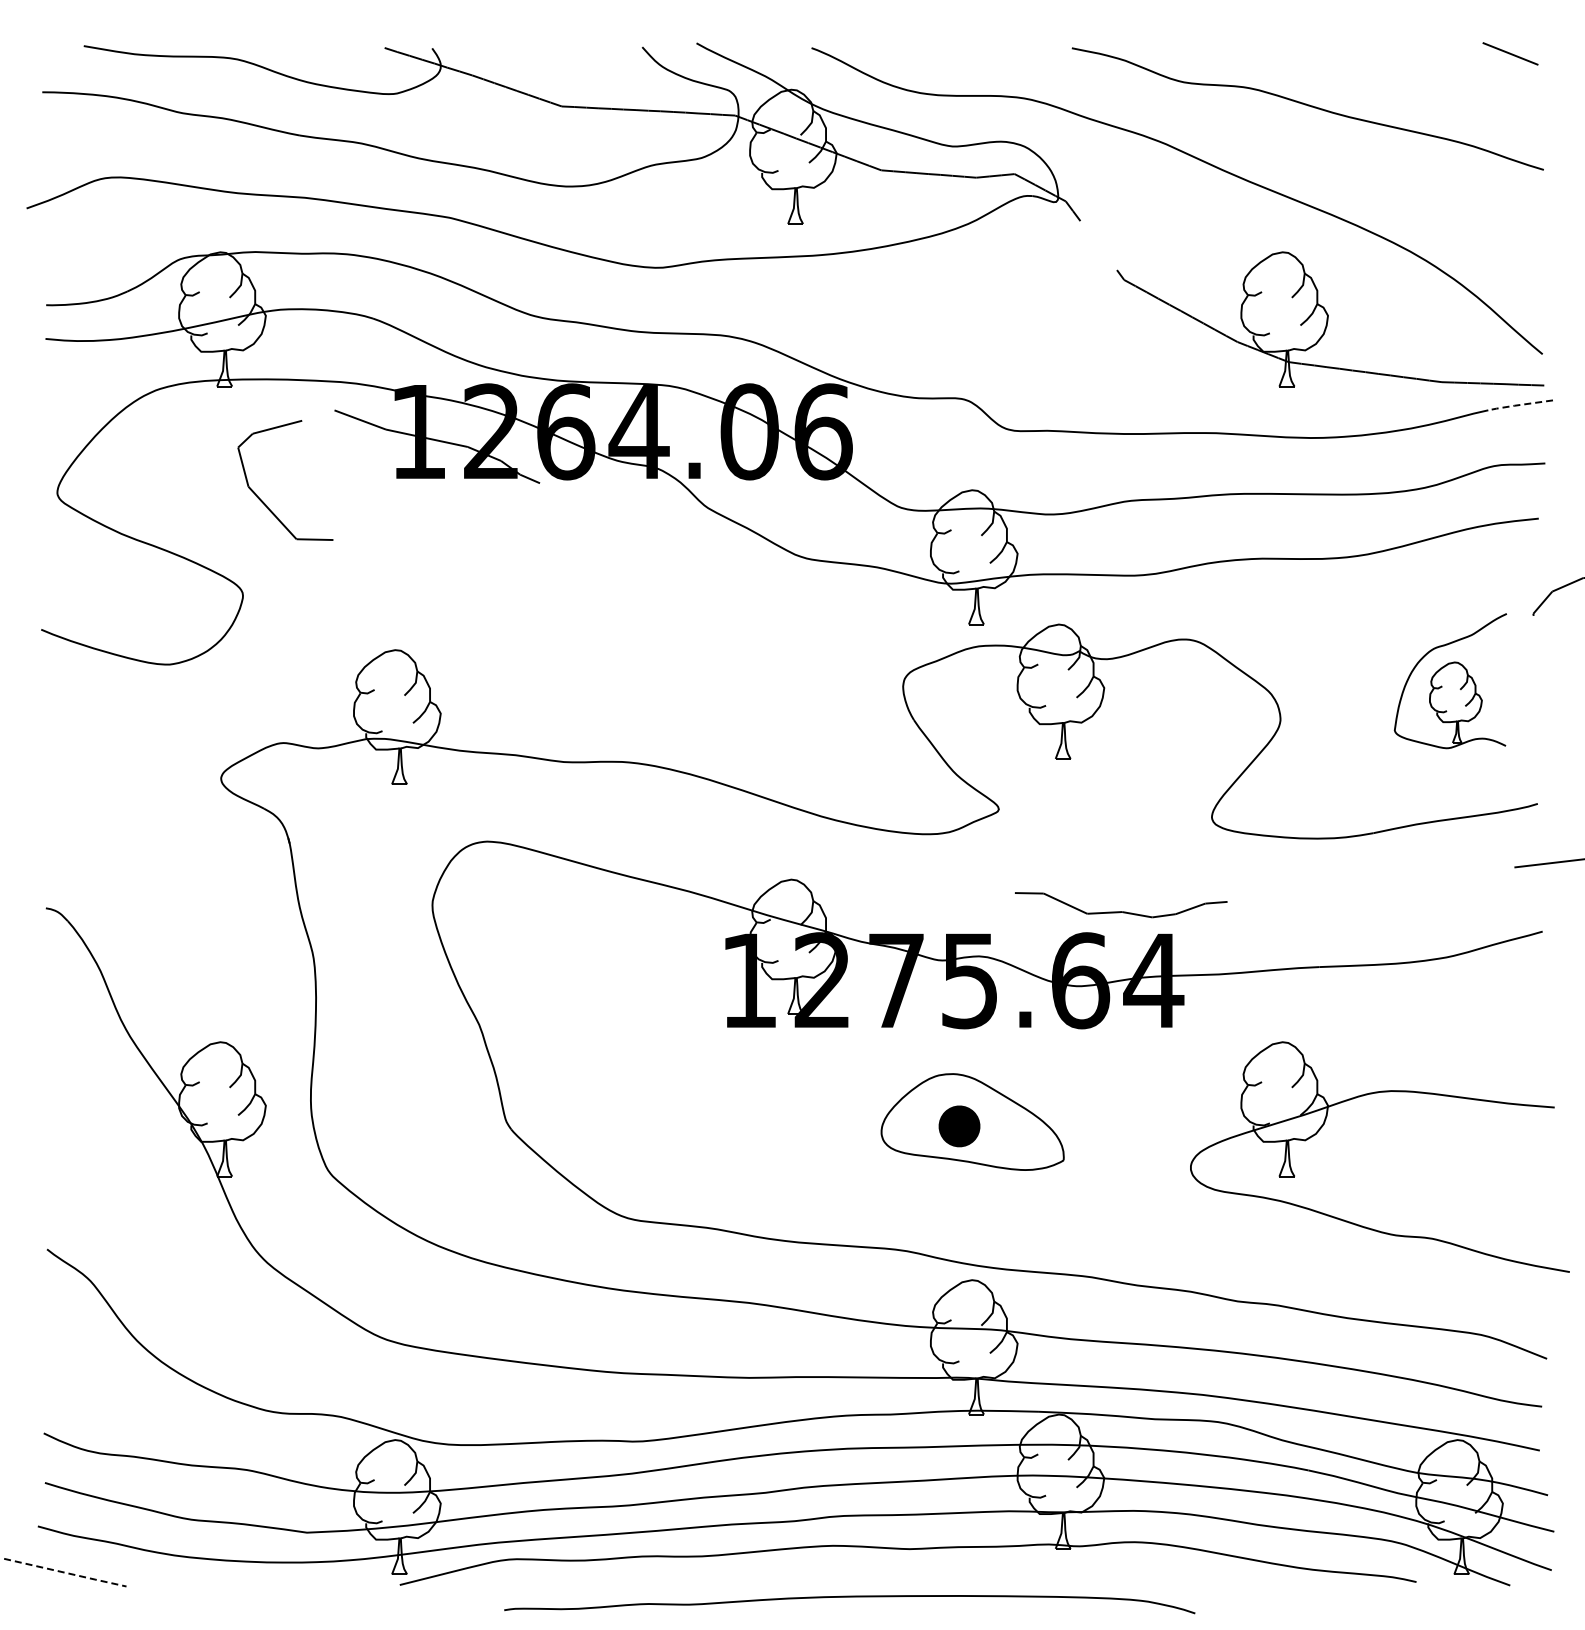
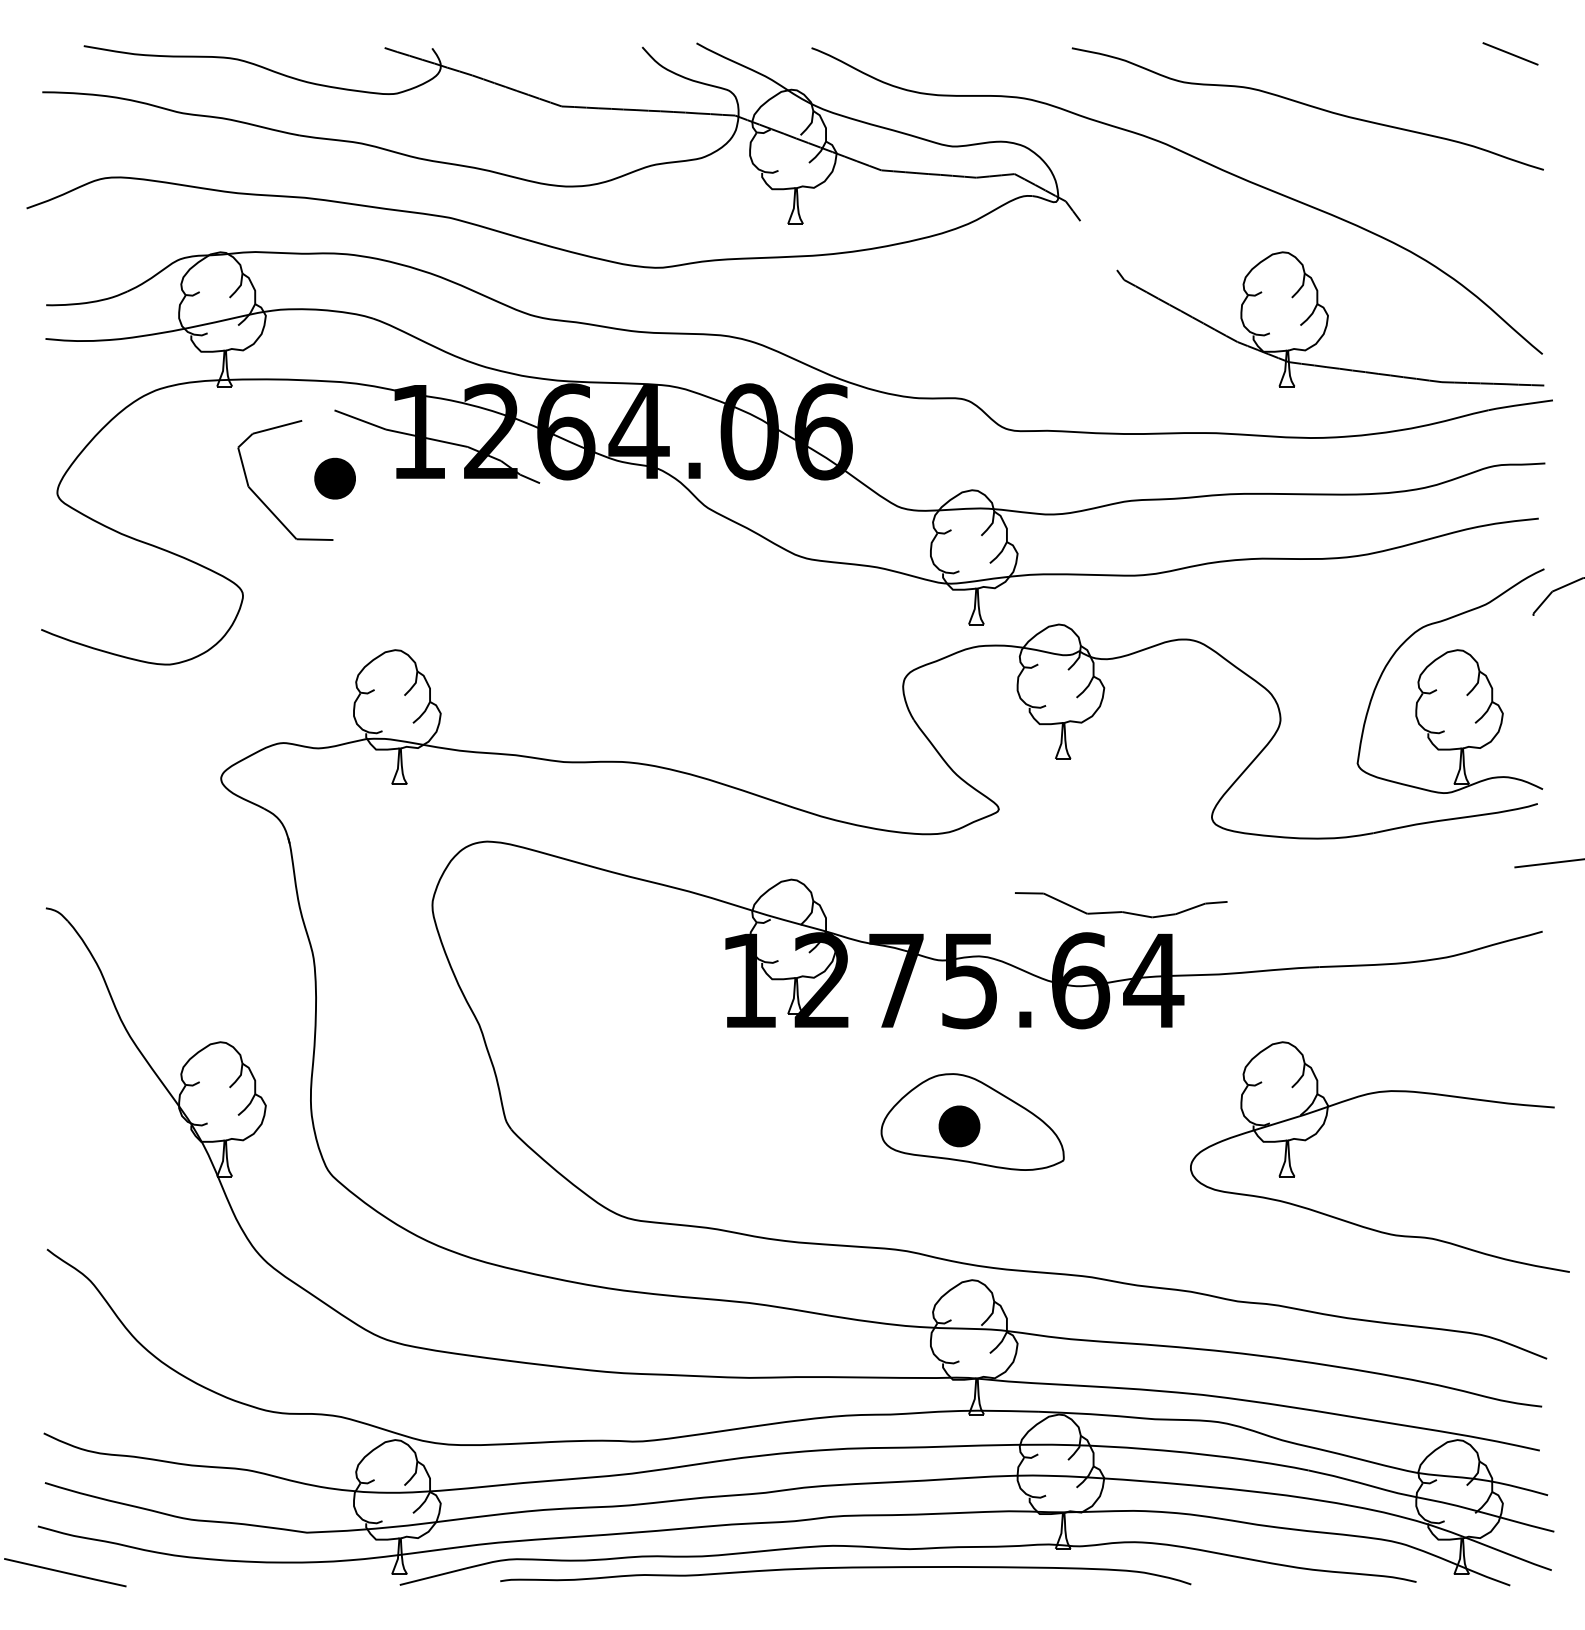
line at (1518, 405): dashed -> solid
part at (334, 478): none -> present
part at (1449, 681) size: 114x137 px -> 189x226 px
line at (66, 1572): dashed -> solid
curve at (849, 1597) position: (849, 1597) -> (845, 1568)
